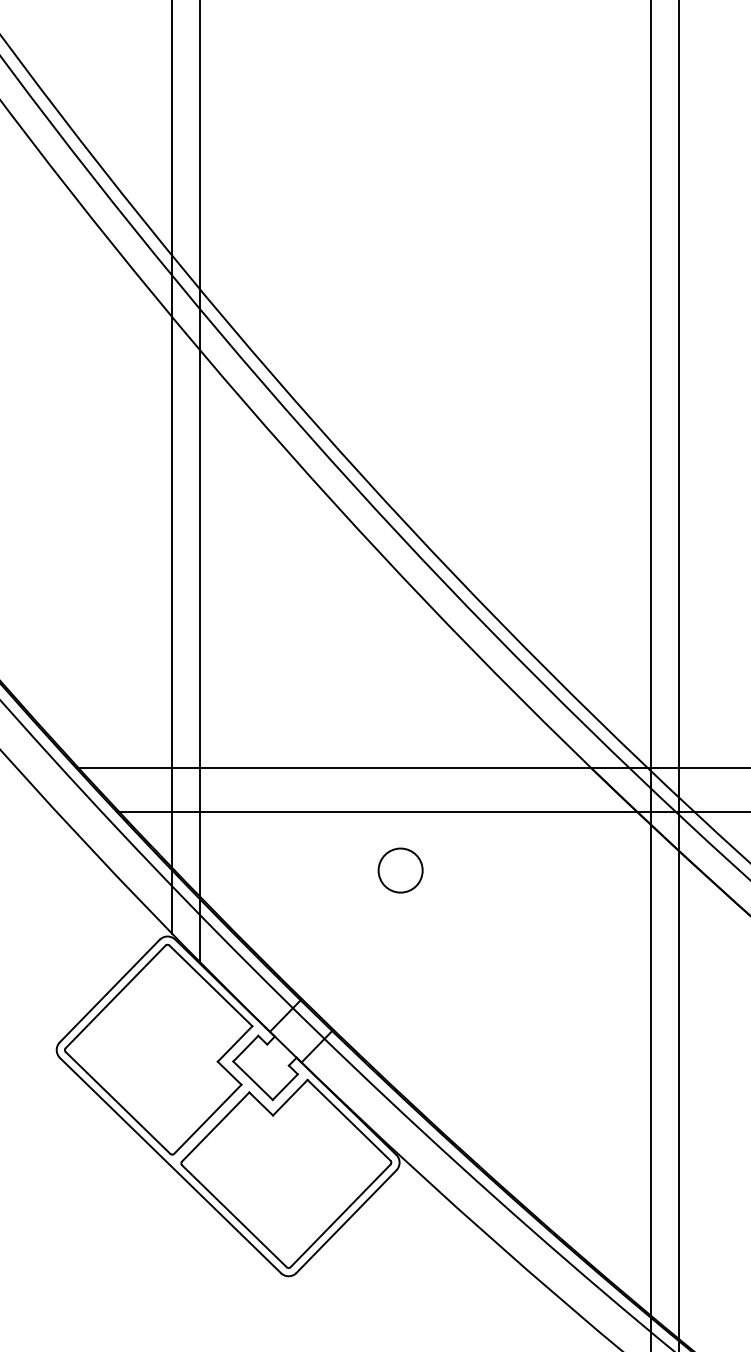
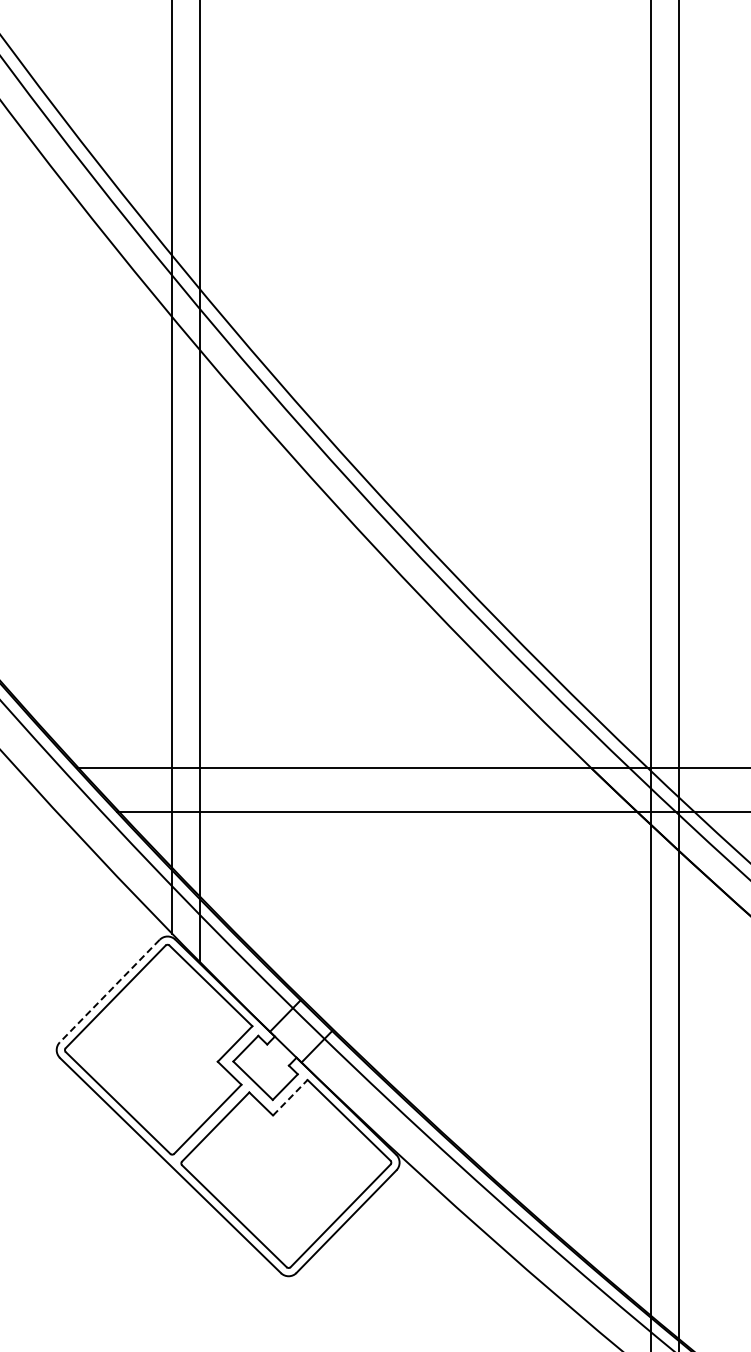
circle at (400, 870): present -> none
line at (109, 991): solid -> dashed
line at (290, 1097): solid -> dashed
